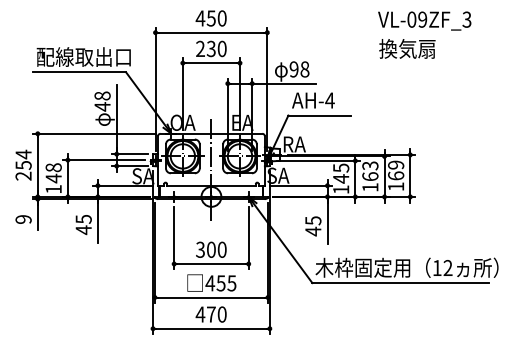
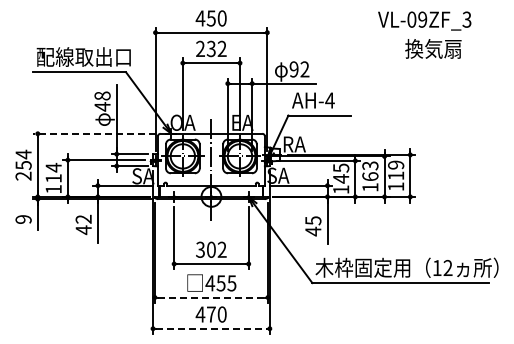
text at (407, 48) position: (407, 48) -> (433, 48)
text at (221, 49): 230 -> 232
text at (304, 69): 98 -> 92
line at (93, 133): solid -> dashed
text at (53, 172): 148 -> 114
text at (396, 175): 169 -> 119
text at (83, 218): 45 -> 42
text at (221, 249): 300 -> 302
line at (211, 297): solid -> dashed
line at (211, 328): solid -> dashed
